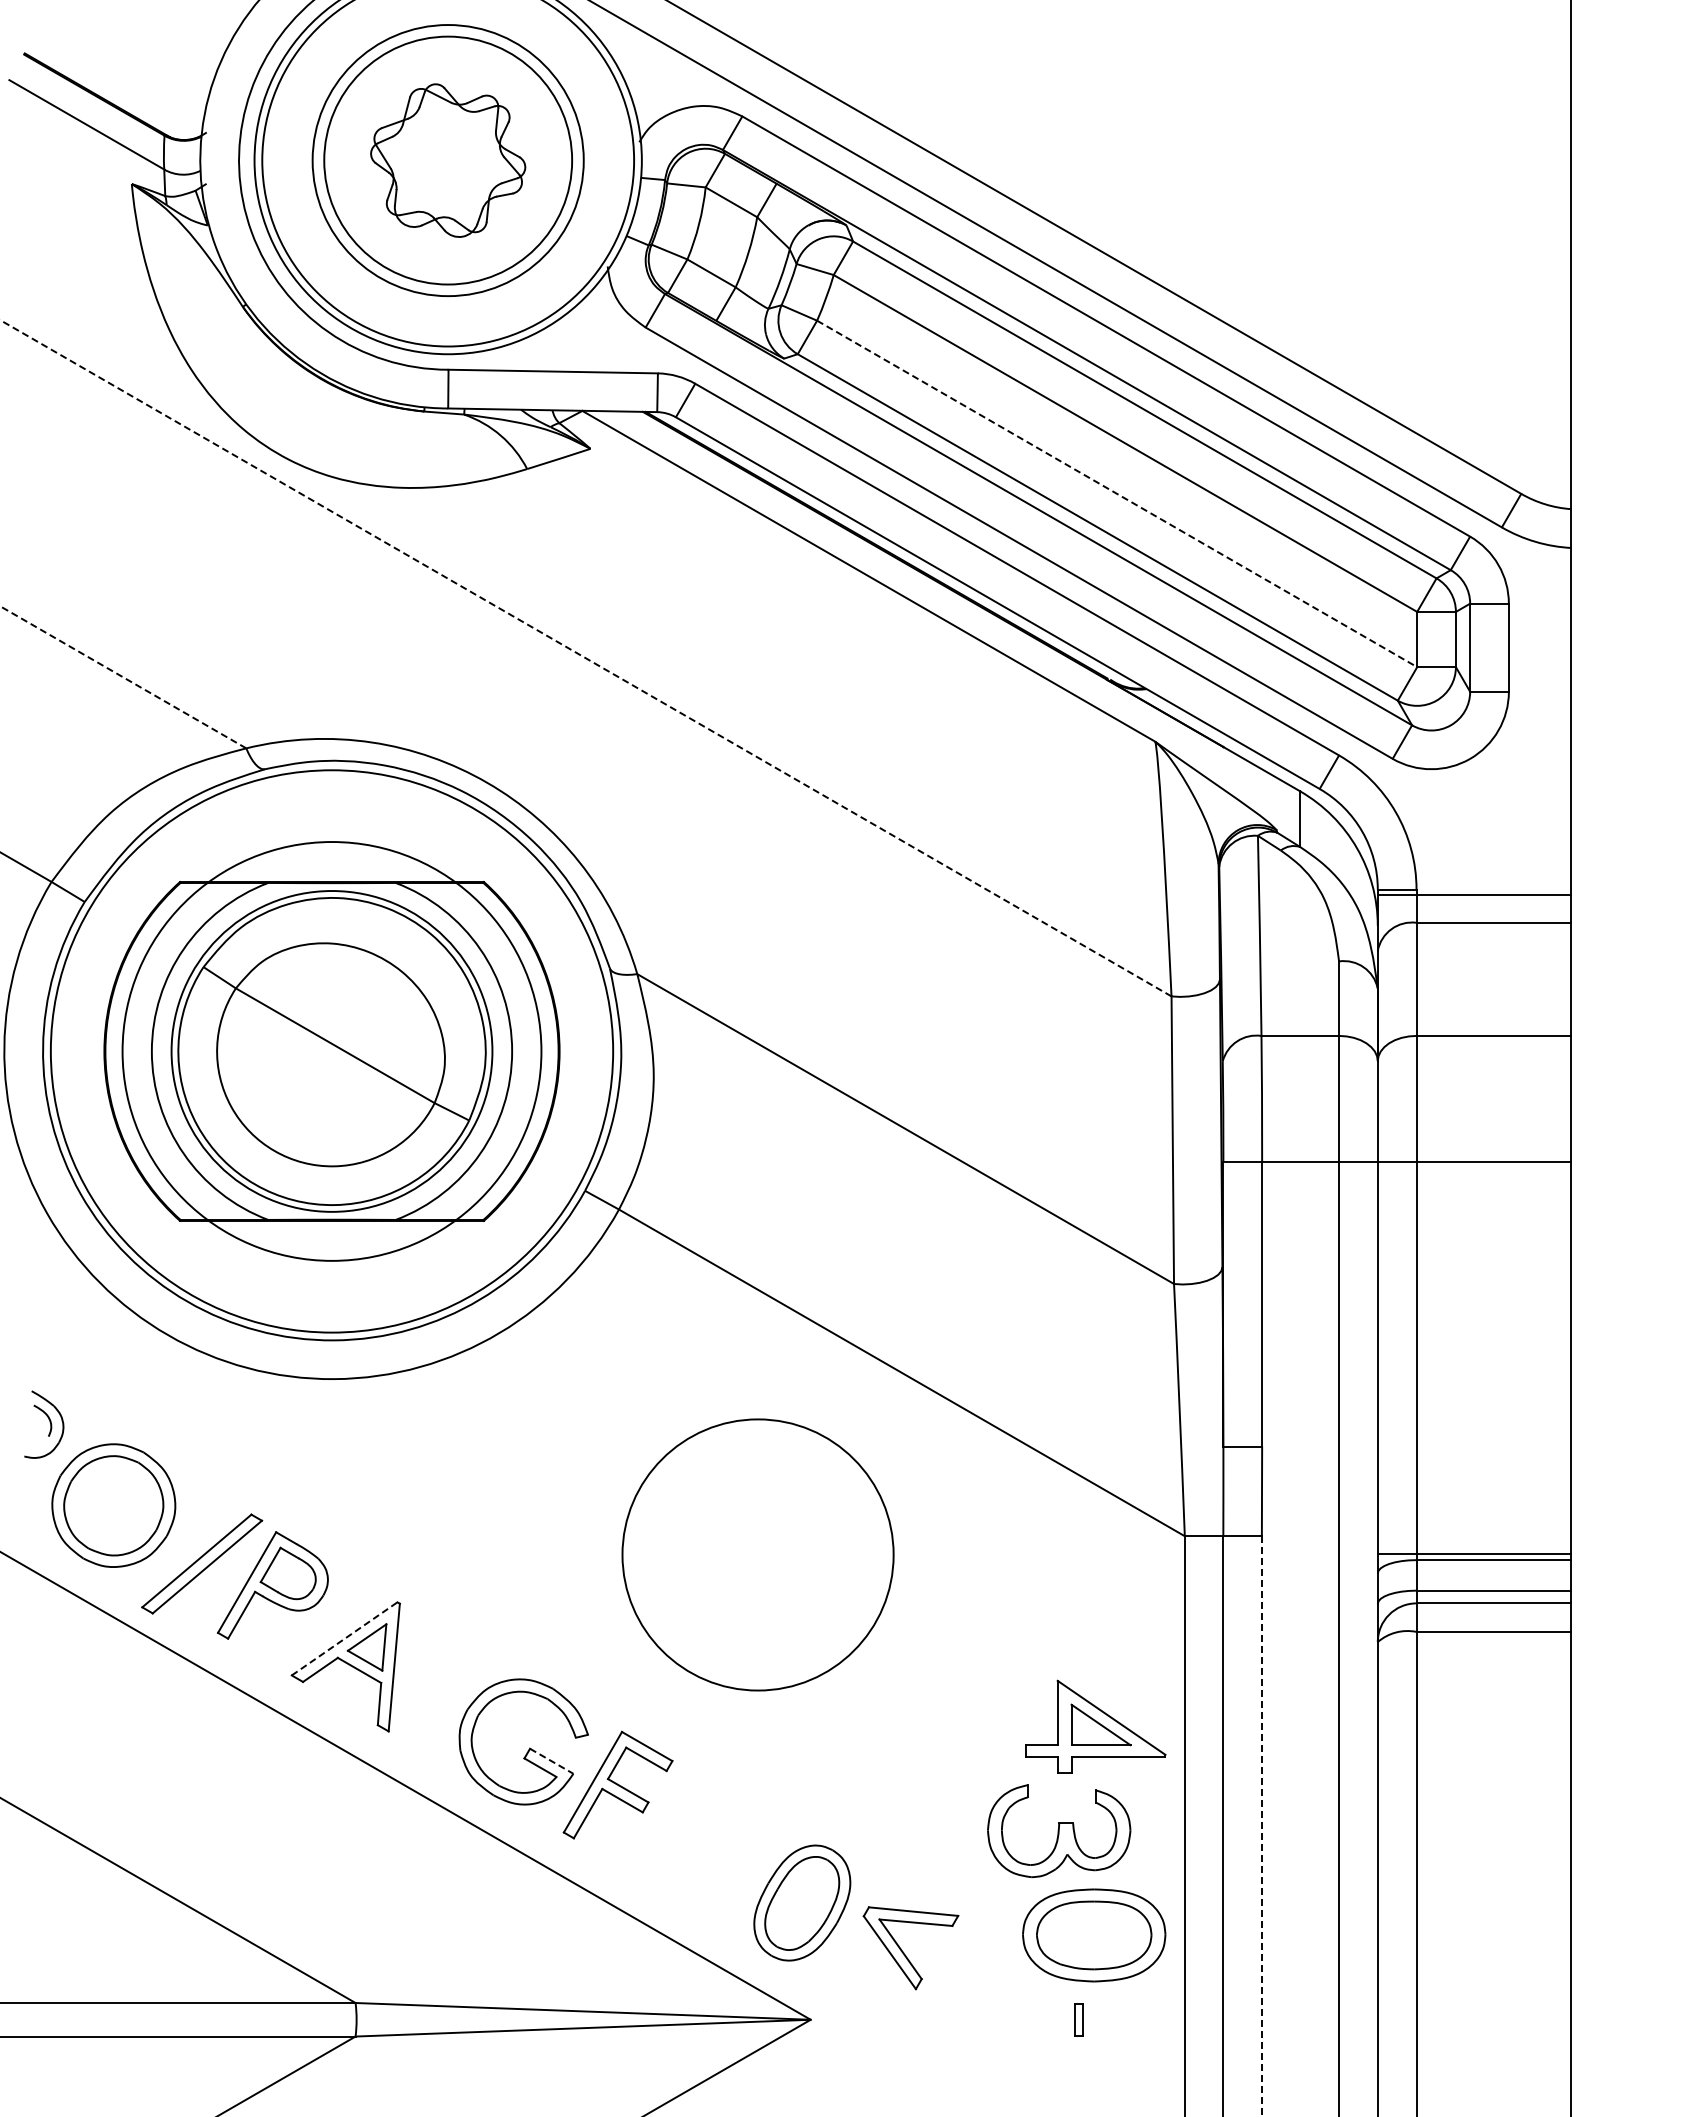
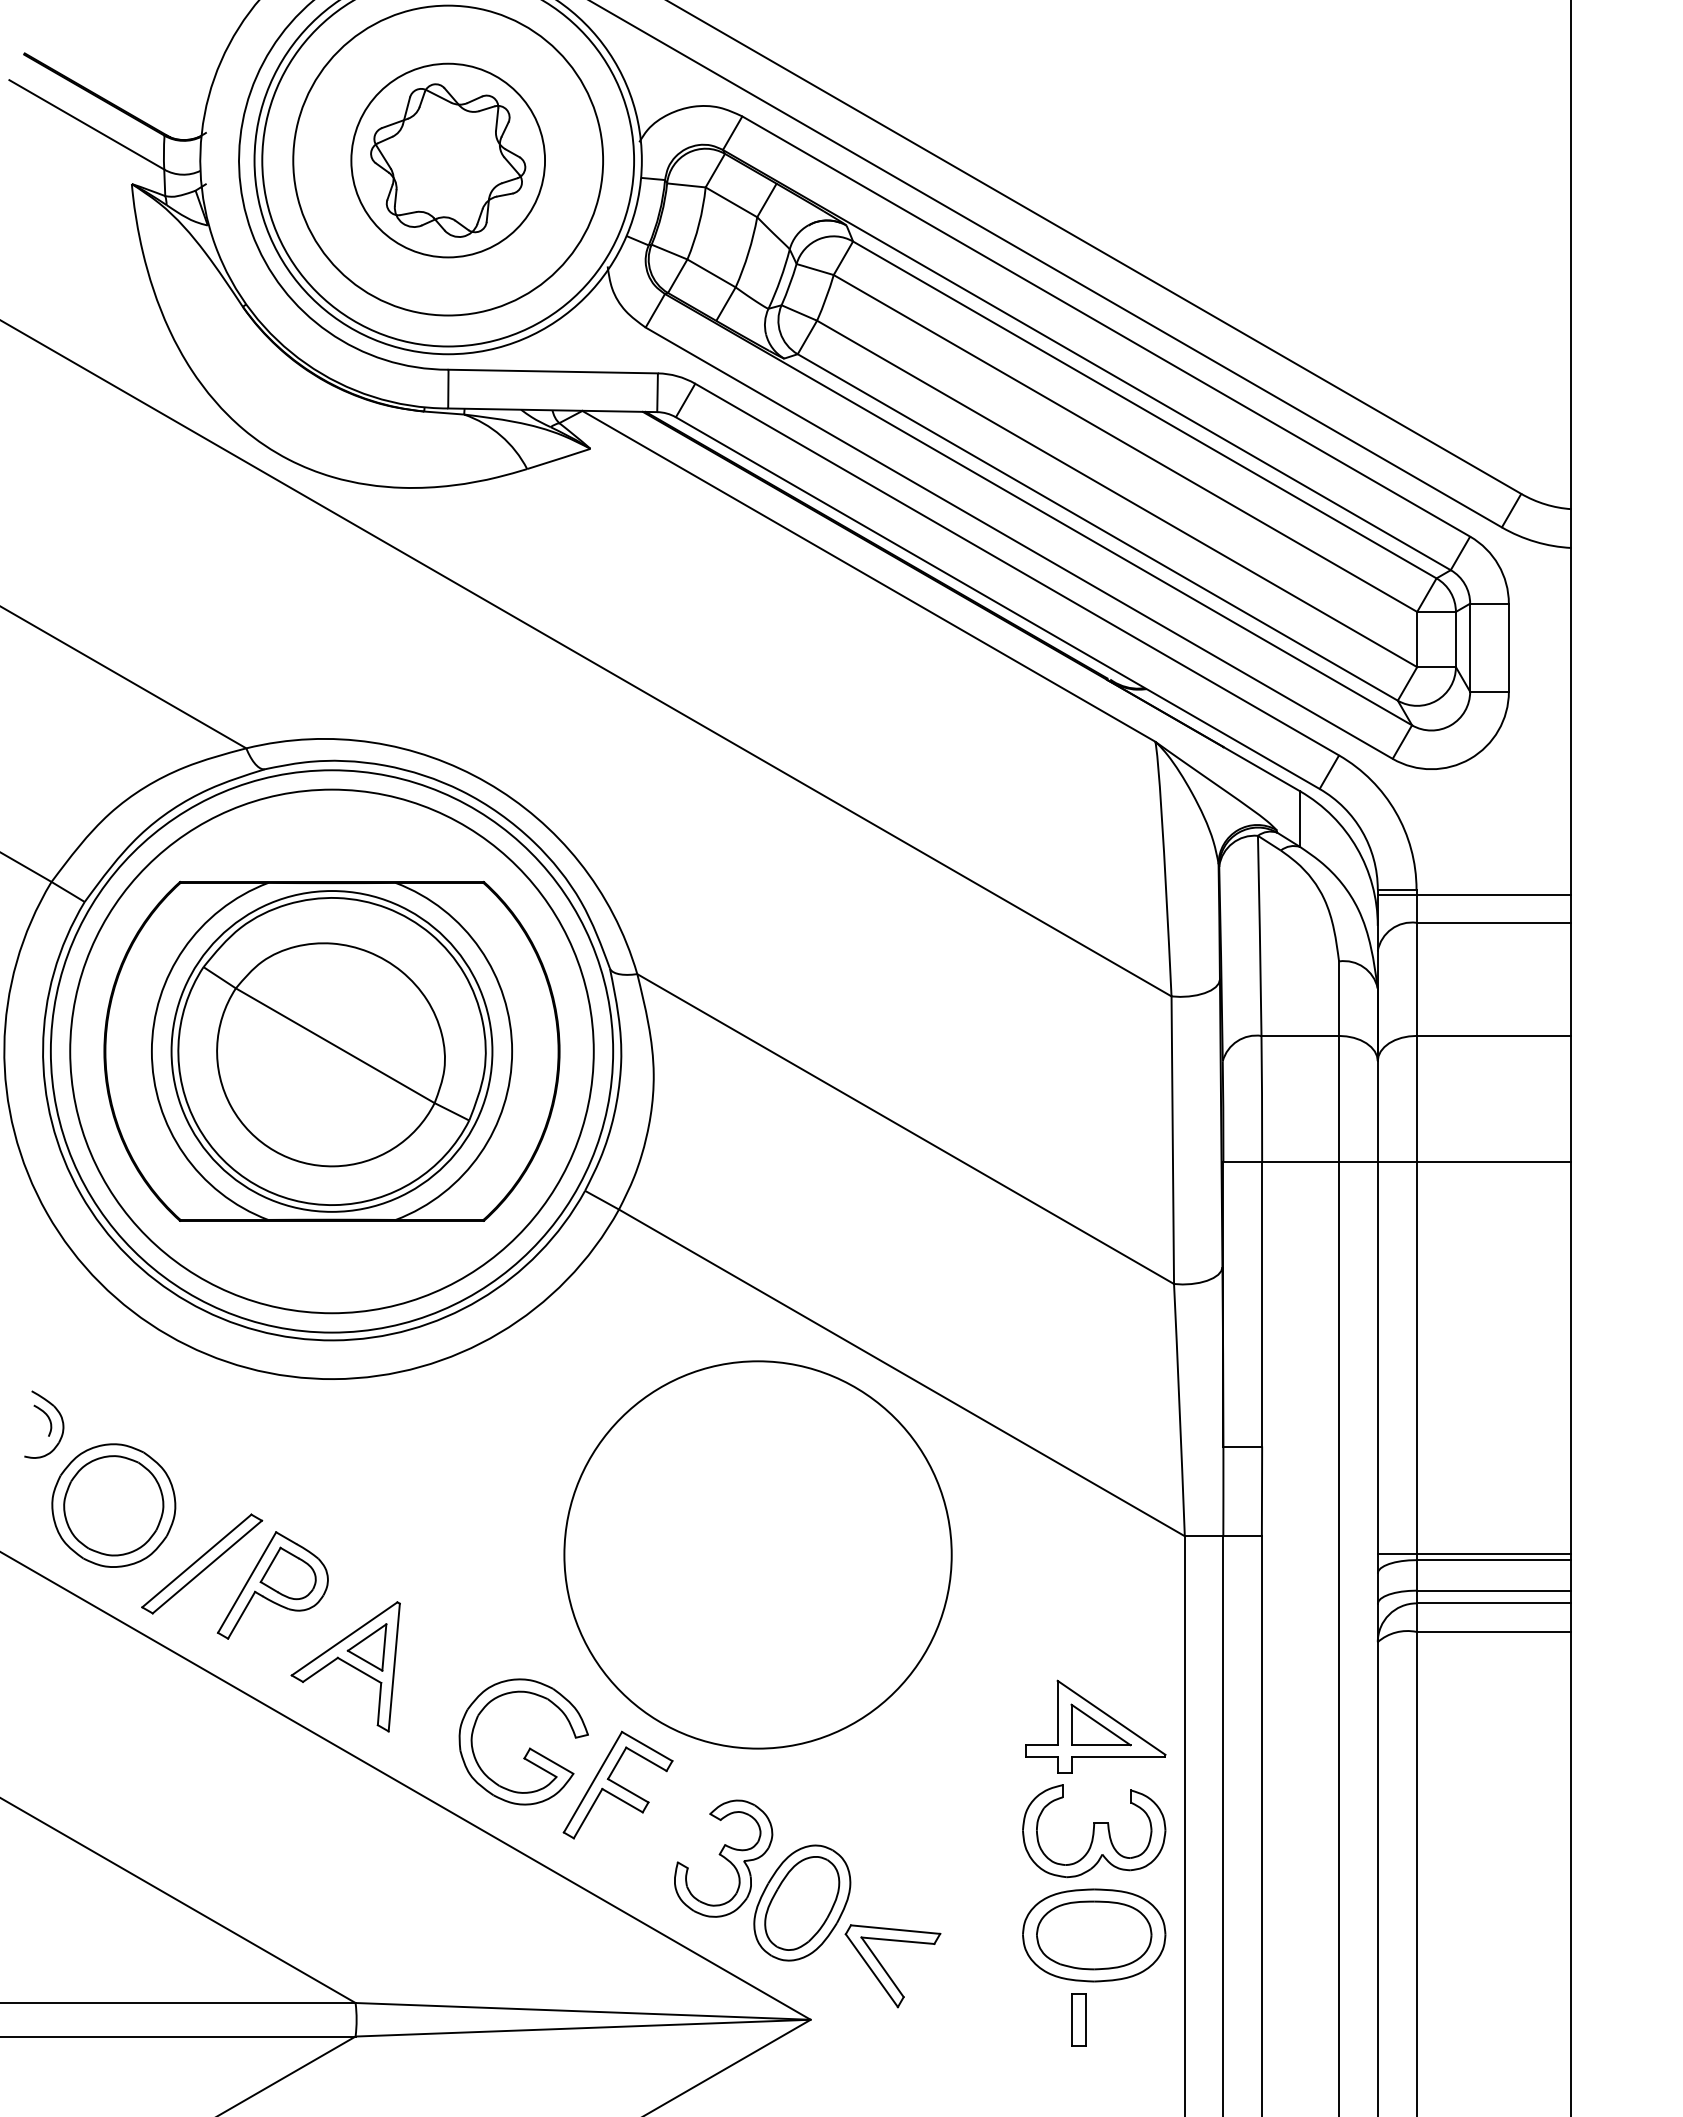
circle at (447, 160) diameter: 271 px -> 194 px
circle at (448, 160) diameter: 248 px -> 310 px
line at (1117, 494): dashed -> solid
line at (585, 658): dashed -> solid
line at (123, 677): dashed -> solid
circle at (331, 1051) diameter: 419 px -> 524 px
circle at (757, 1554) diameter: 271 px -> 387 px
line at (345, 1638): dashed -> solid
line at (552, 1761): dashed -> solid
line at (1261, 1826): dashed -> solid
part at (1059, 1831) position: (1059, 1831) -> (1094, 1831)
part at (723, 1858): none -> present
part at (904, 1952) position: (904, 1952) -> (886, 1970)
part at (1078, 2019) size: 10x34 px -> 16x54 px
